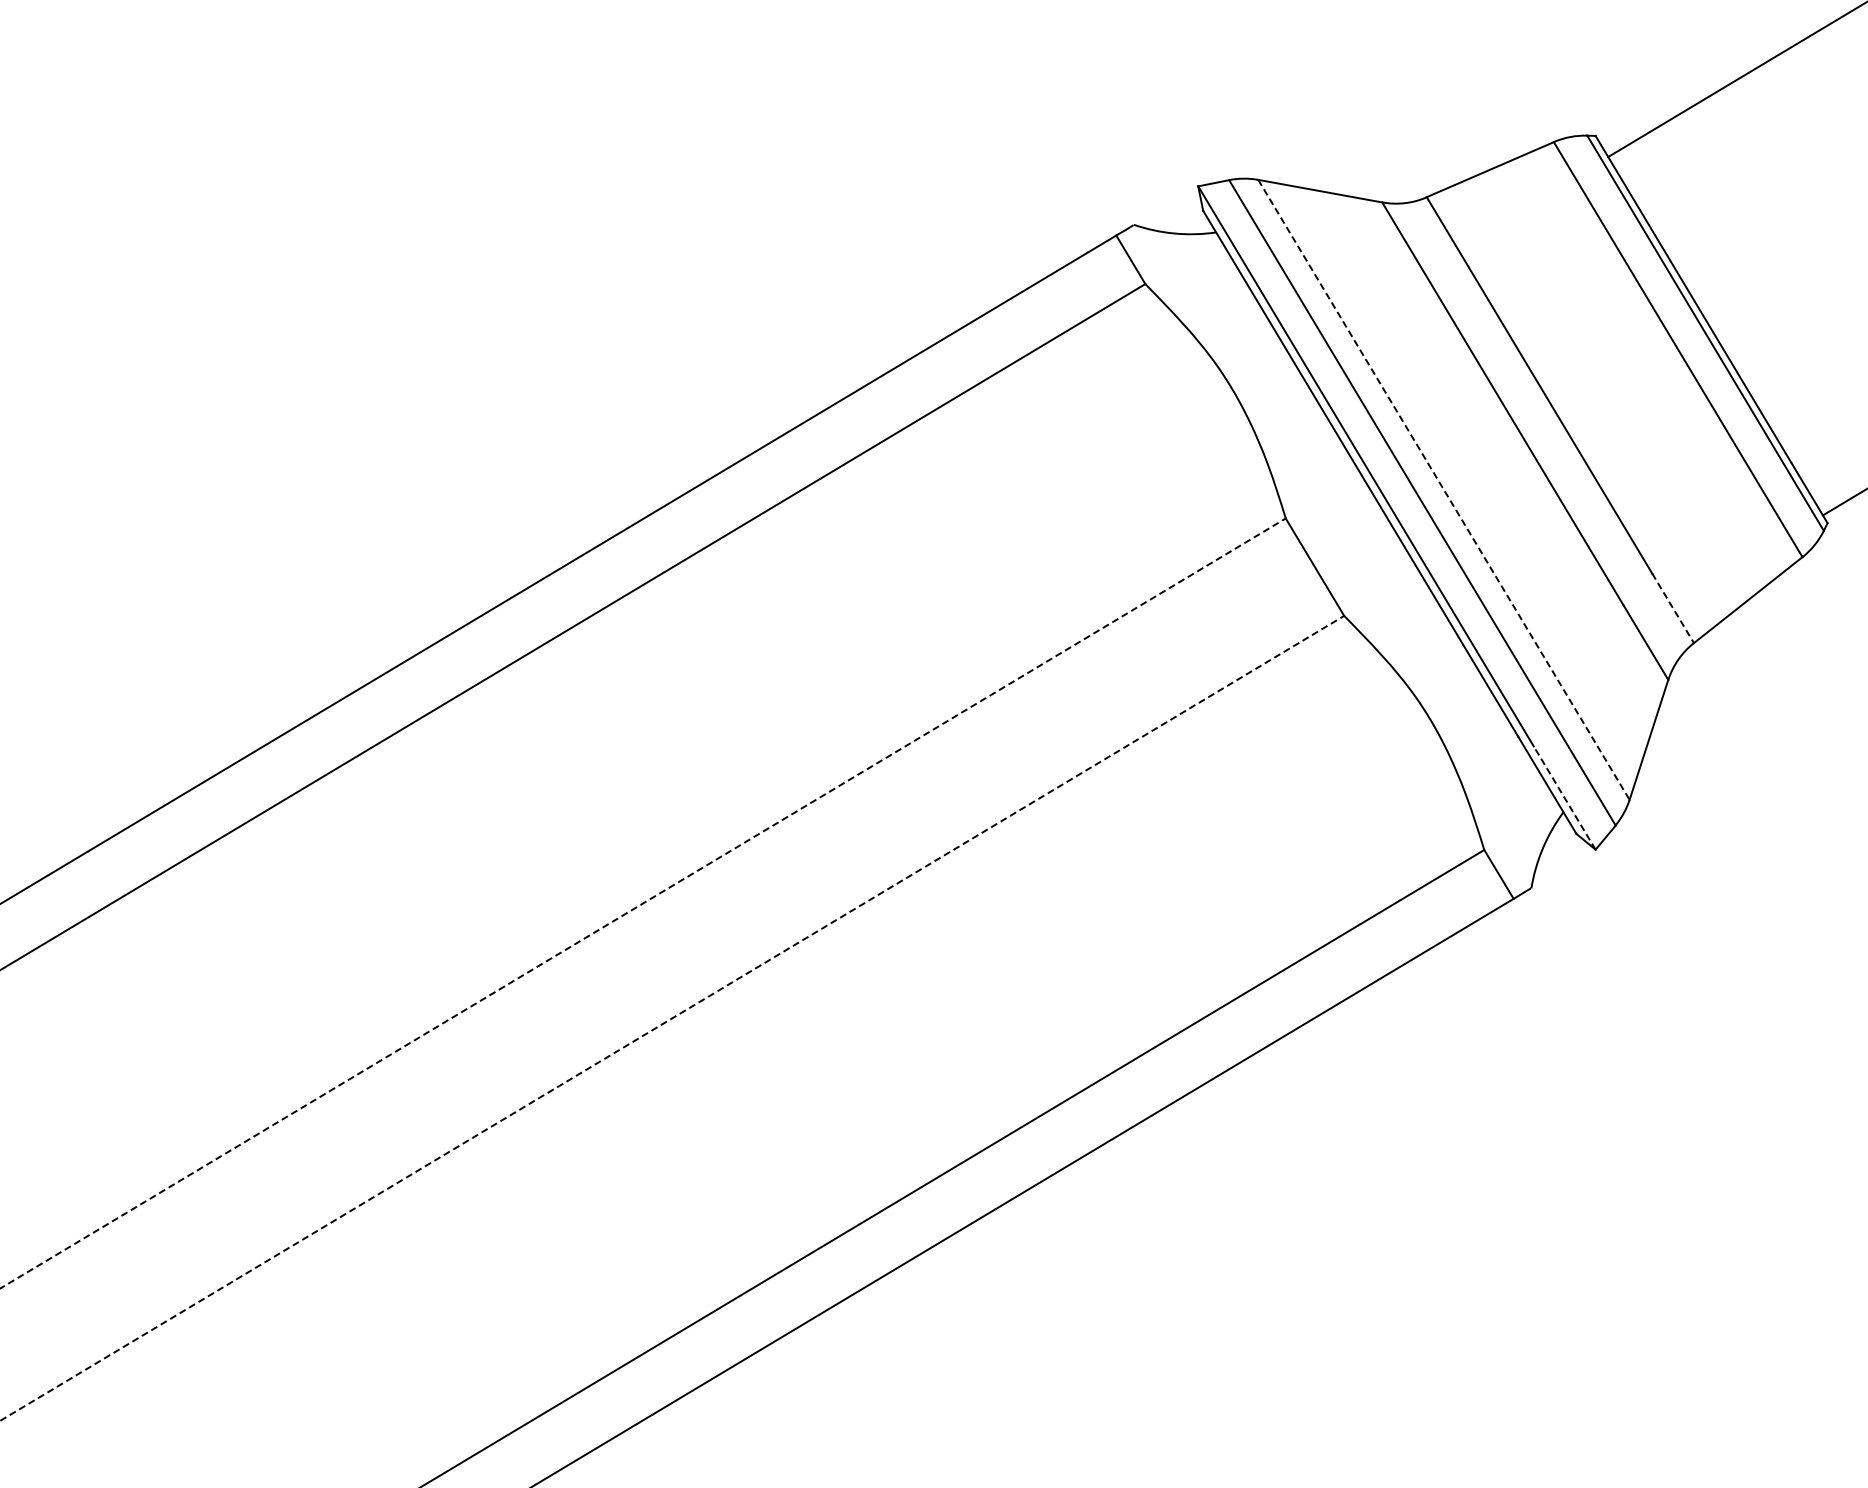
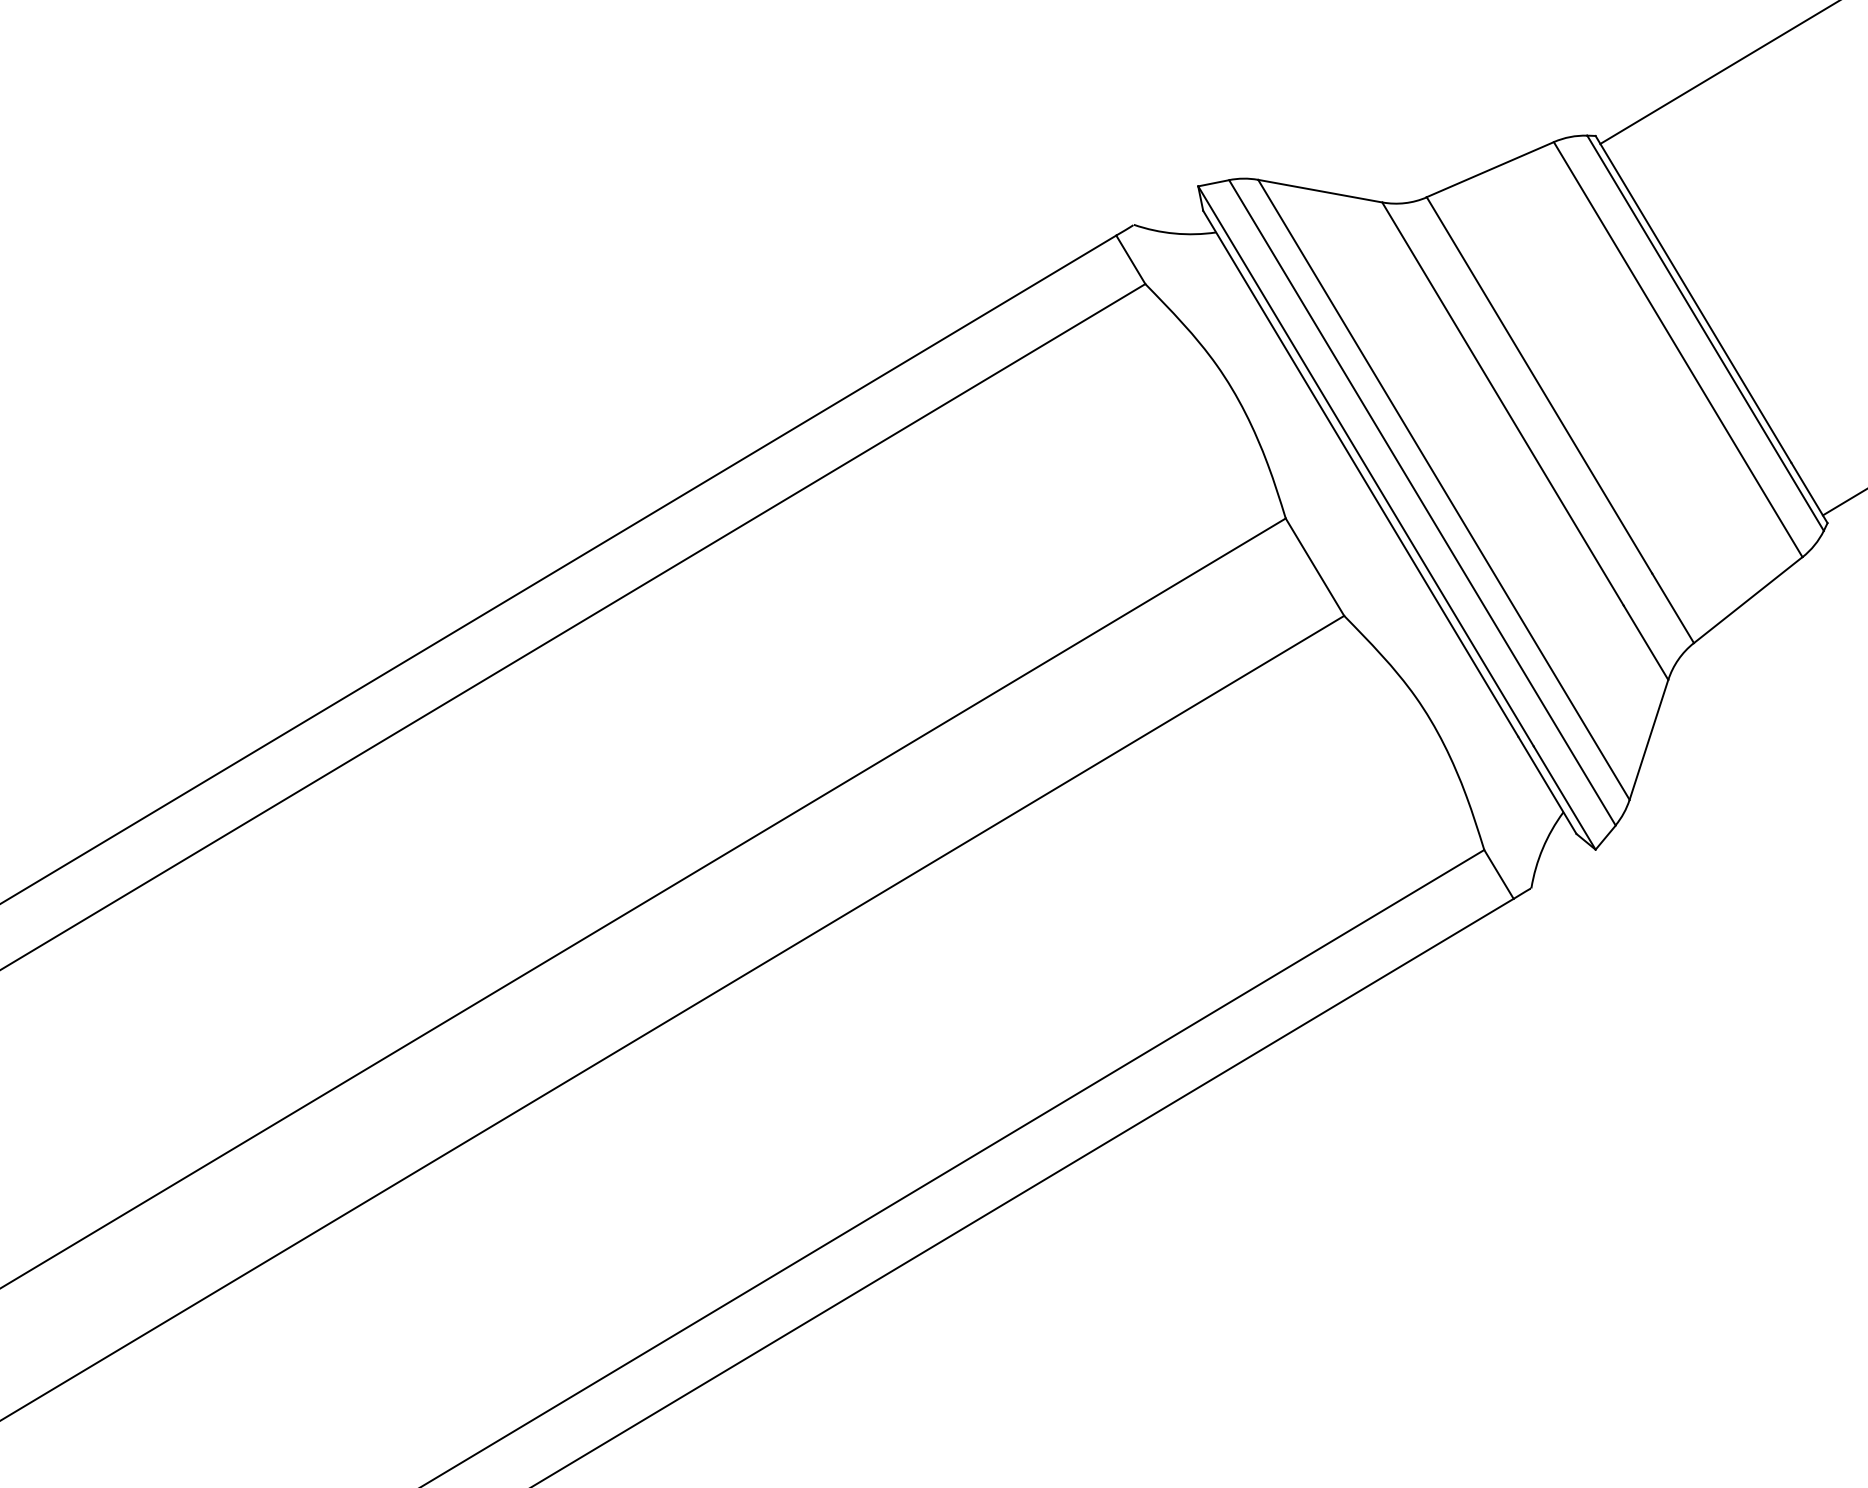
line at (1736, 80) position: (1736, 80) -> (1718, 73)
line at (1444, 490): dashed -> solid
line at (1673, 608): dashed -> solid
line at (1564, 797): dashed -> solid
line at (643, 903): dashed -> solid
line at (672, 1018): dashed -> solid
